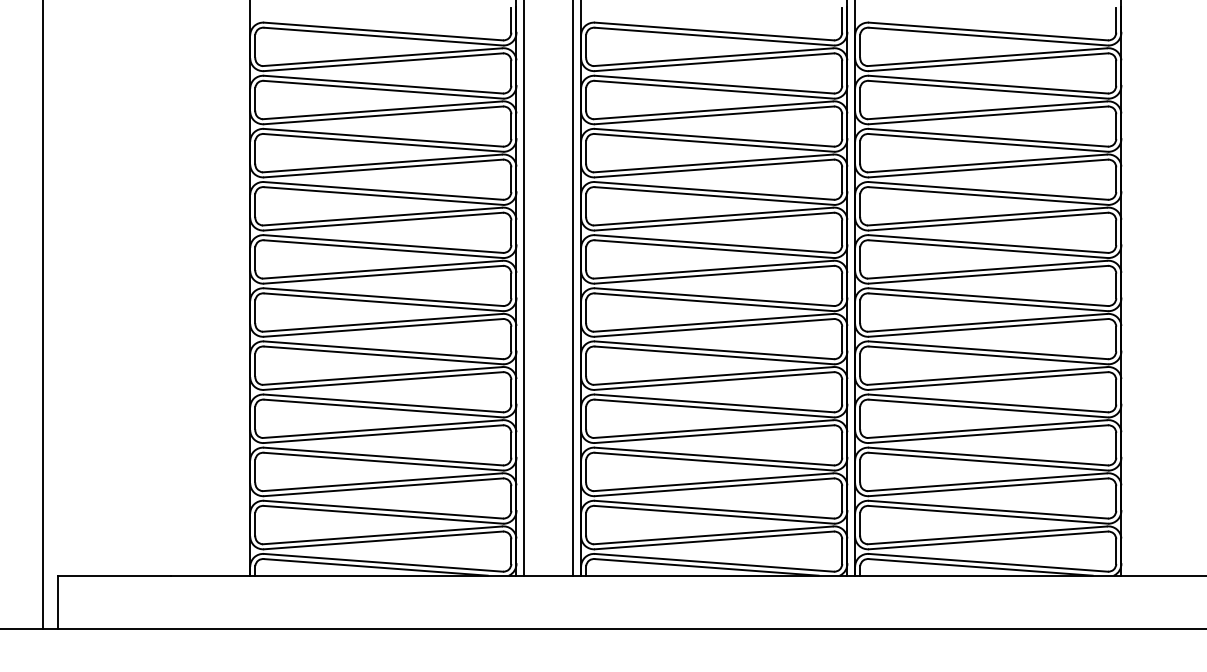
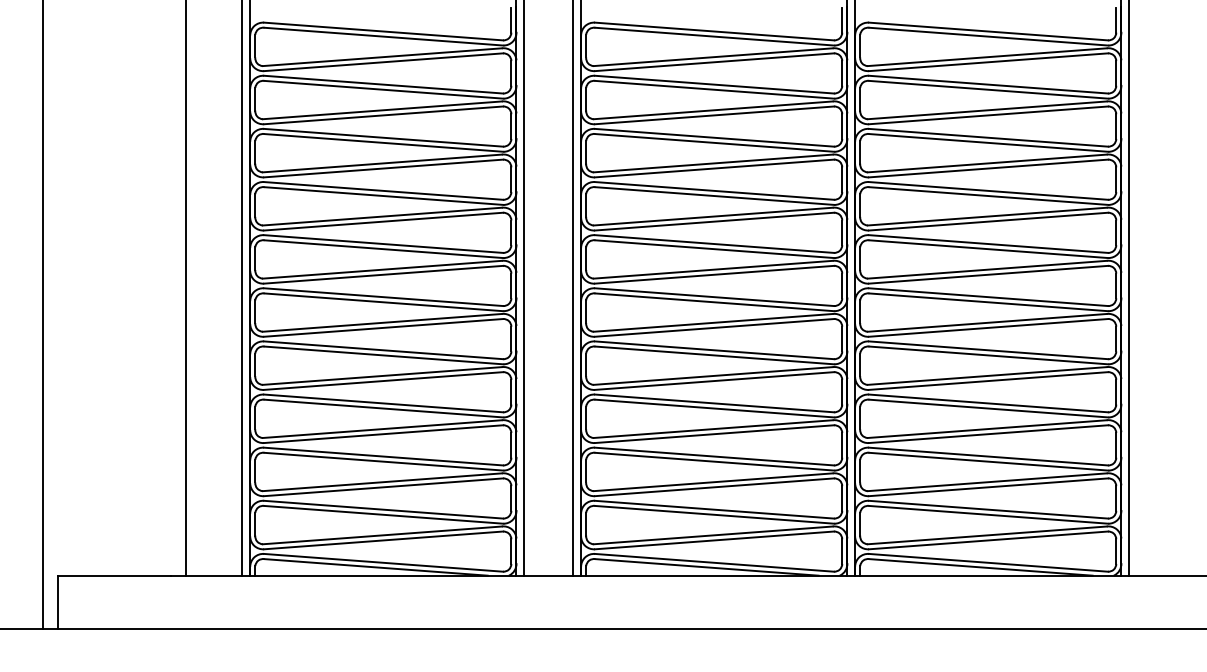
line at (185, 288): none -> present
line at (242, 288): none -> present
line at (1129, 288): none -> present
